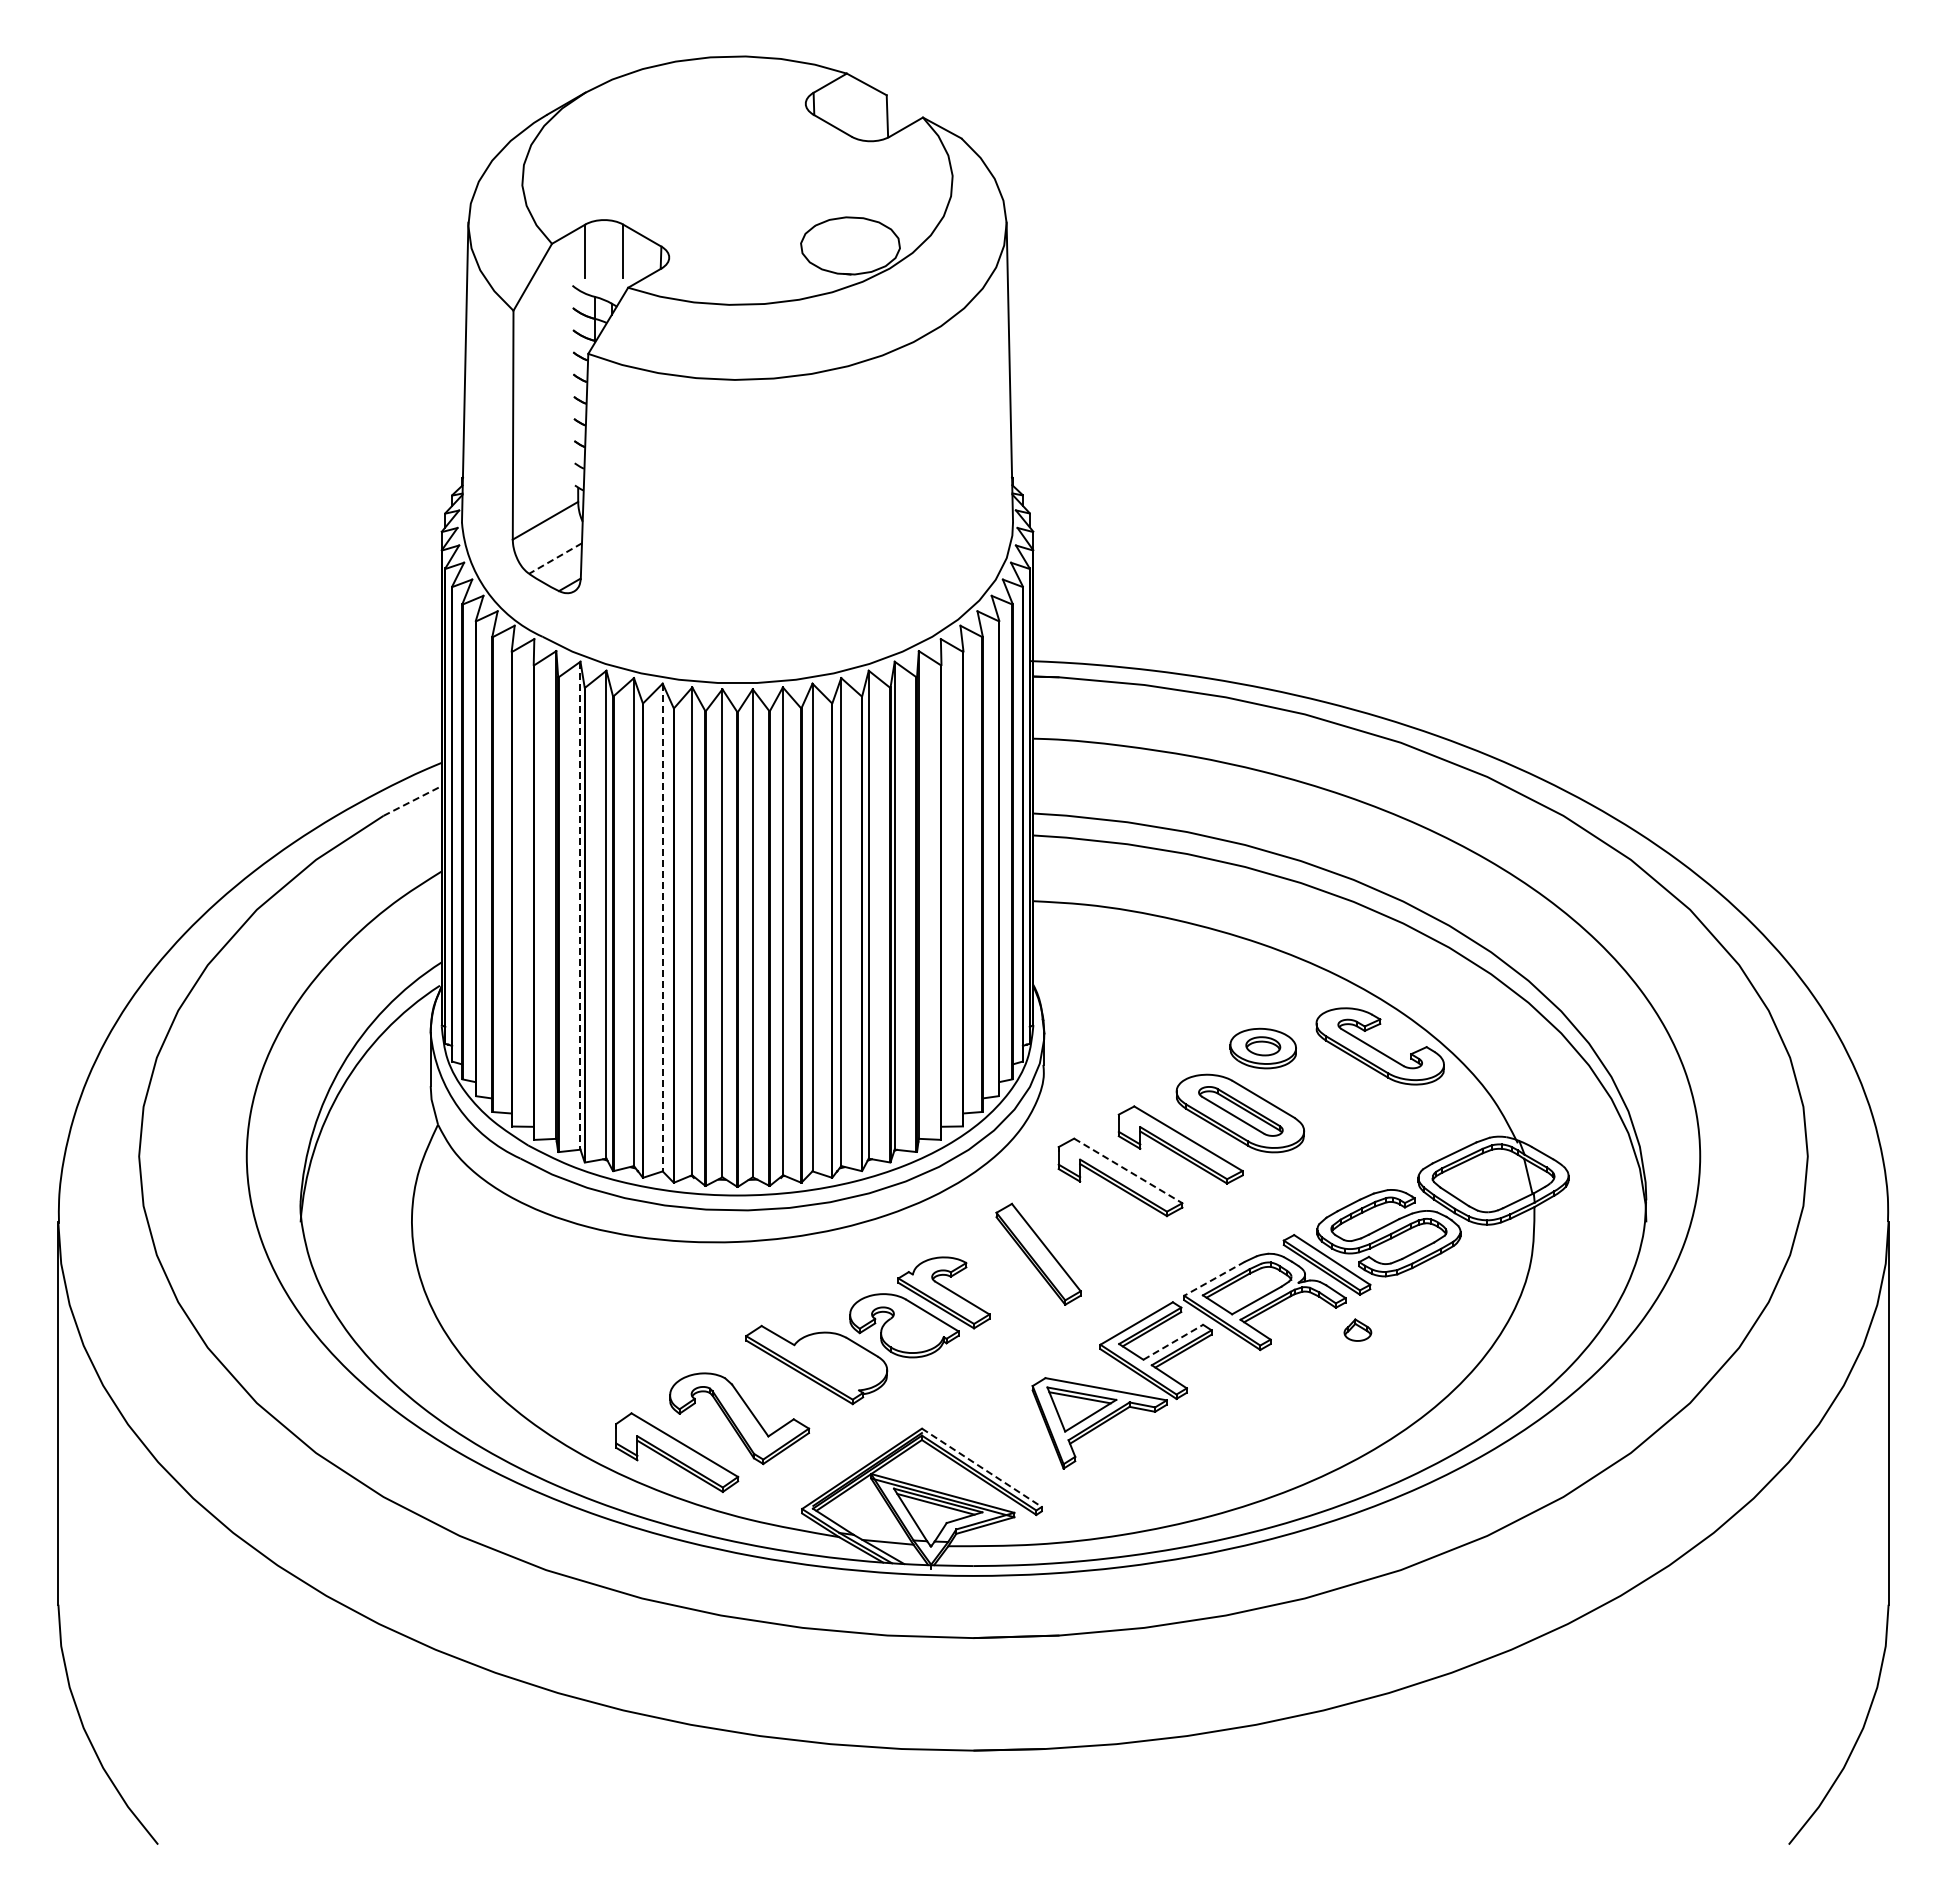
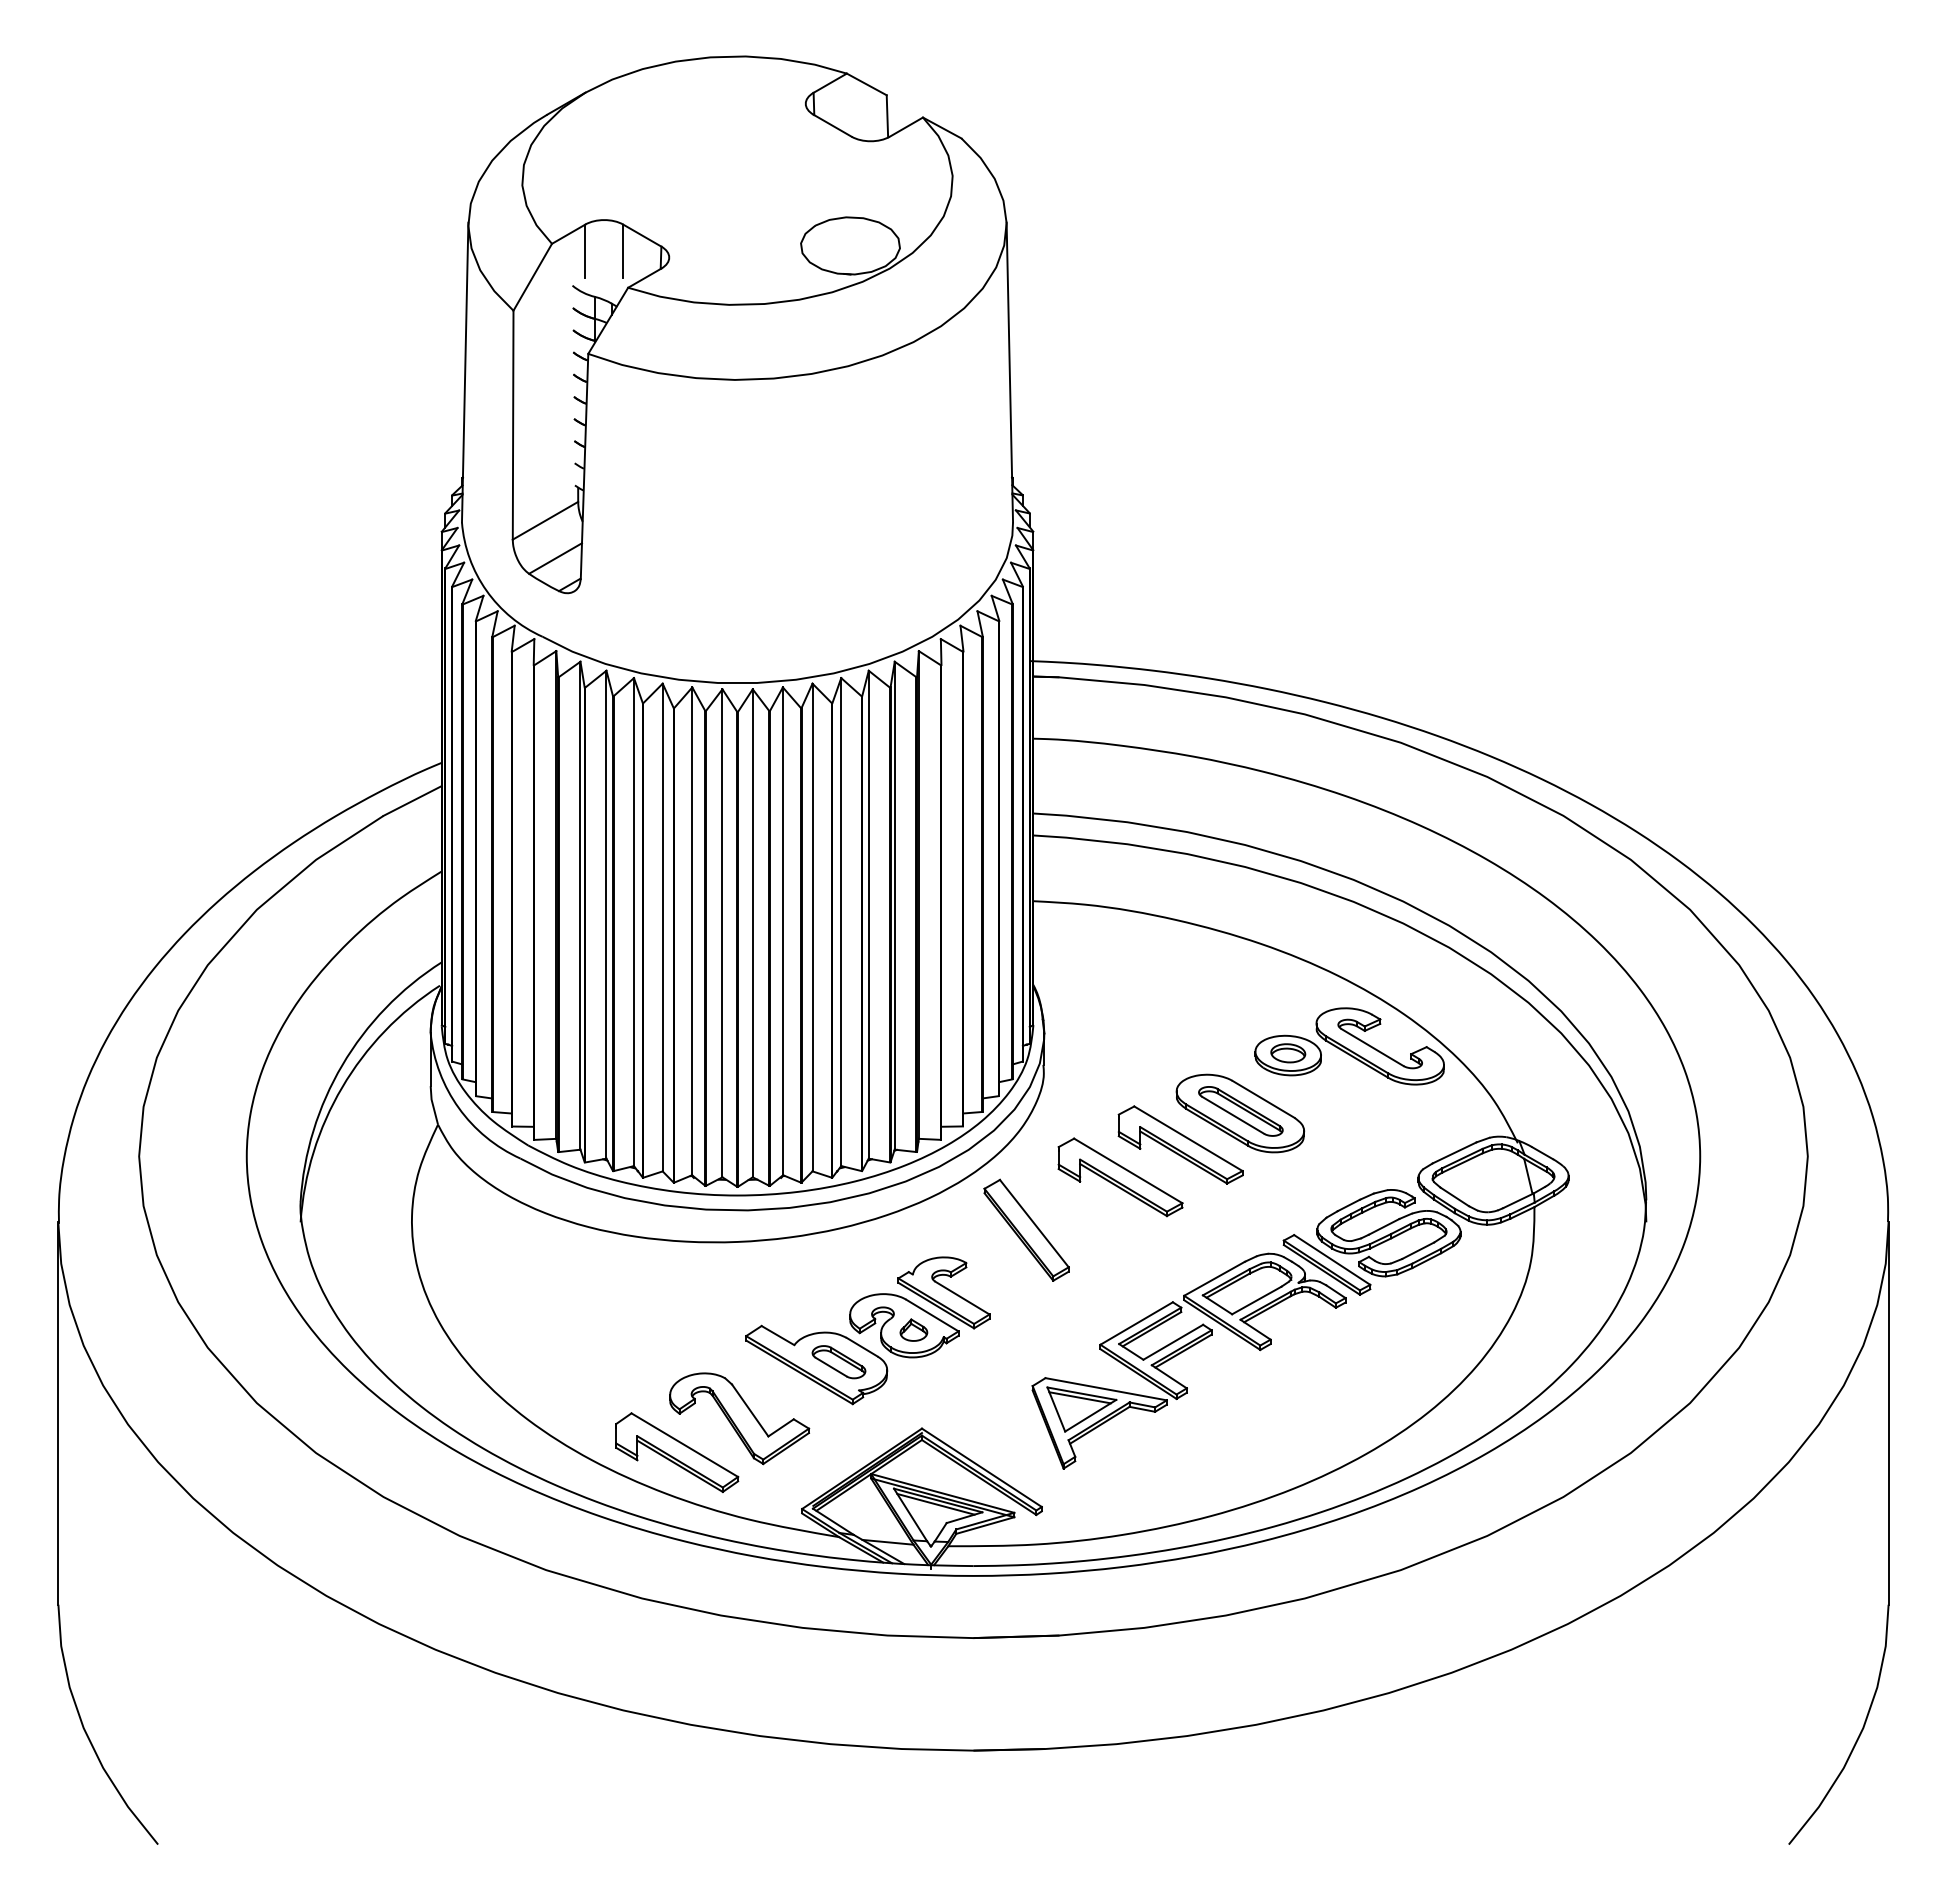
line at (555, 558): dashed -> solid
line at (412, 800): dashed -> solid
line at (580, 905): dashed -> solid
line at (662, 927): dashed -> solid
part at (1262, 1048) position: (1262, 1048) -> (1287, 1055)
line at (1128, 1171): dashed -> solid
part at (1038, 1253) position: (1038, 1253) -> (1026, 1229)
line at (1214, 1278): dashed -> solid
part at (1357, 1329) position: (1357, 1329) -> (913, 1329)
line at (1173, 1342): dashed -> solid
part at (838, 1362): none -> present
line at (981, 1467): dashed -> solid
